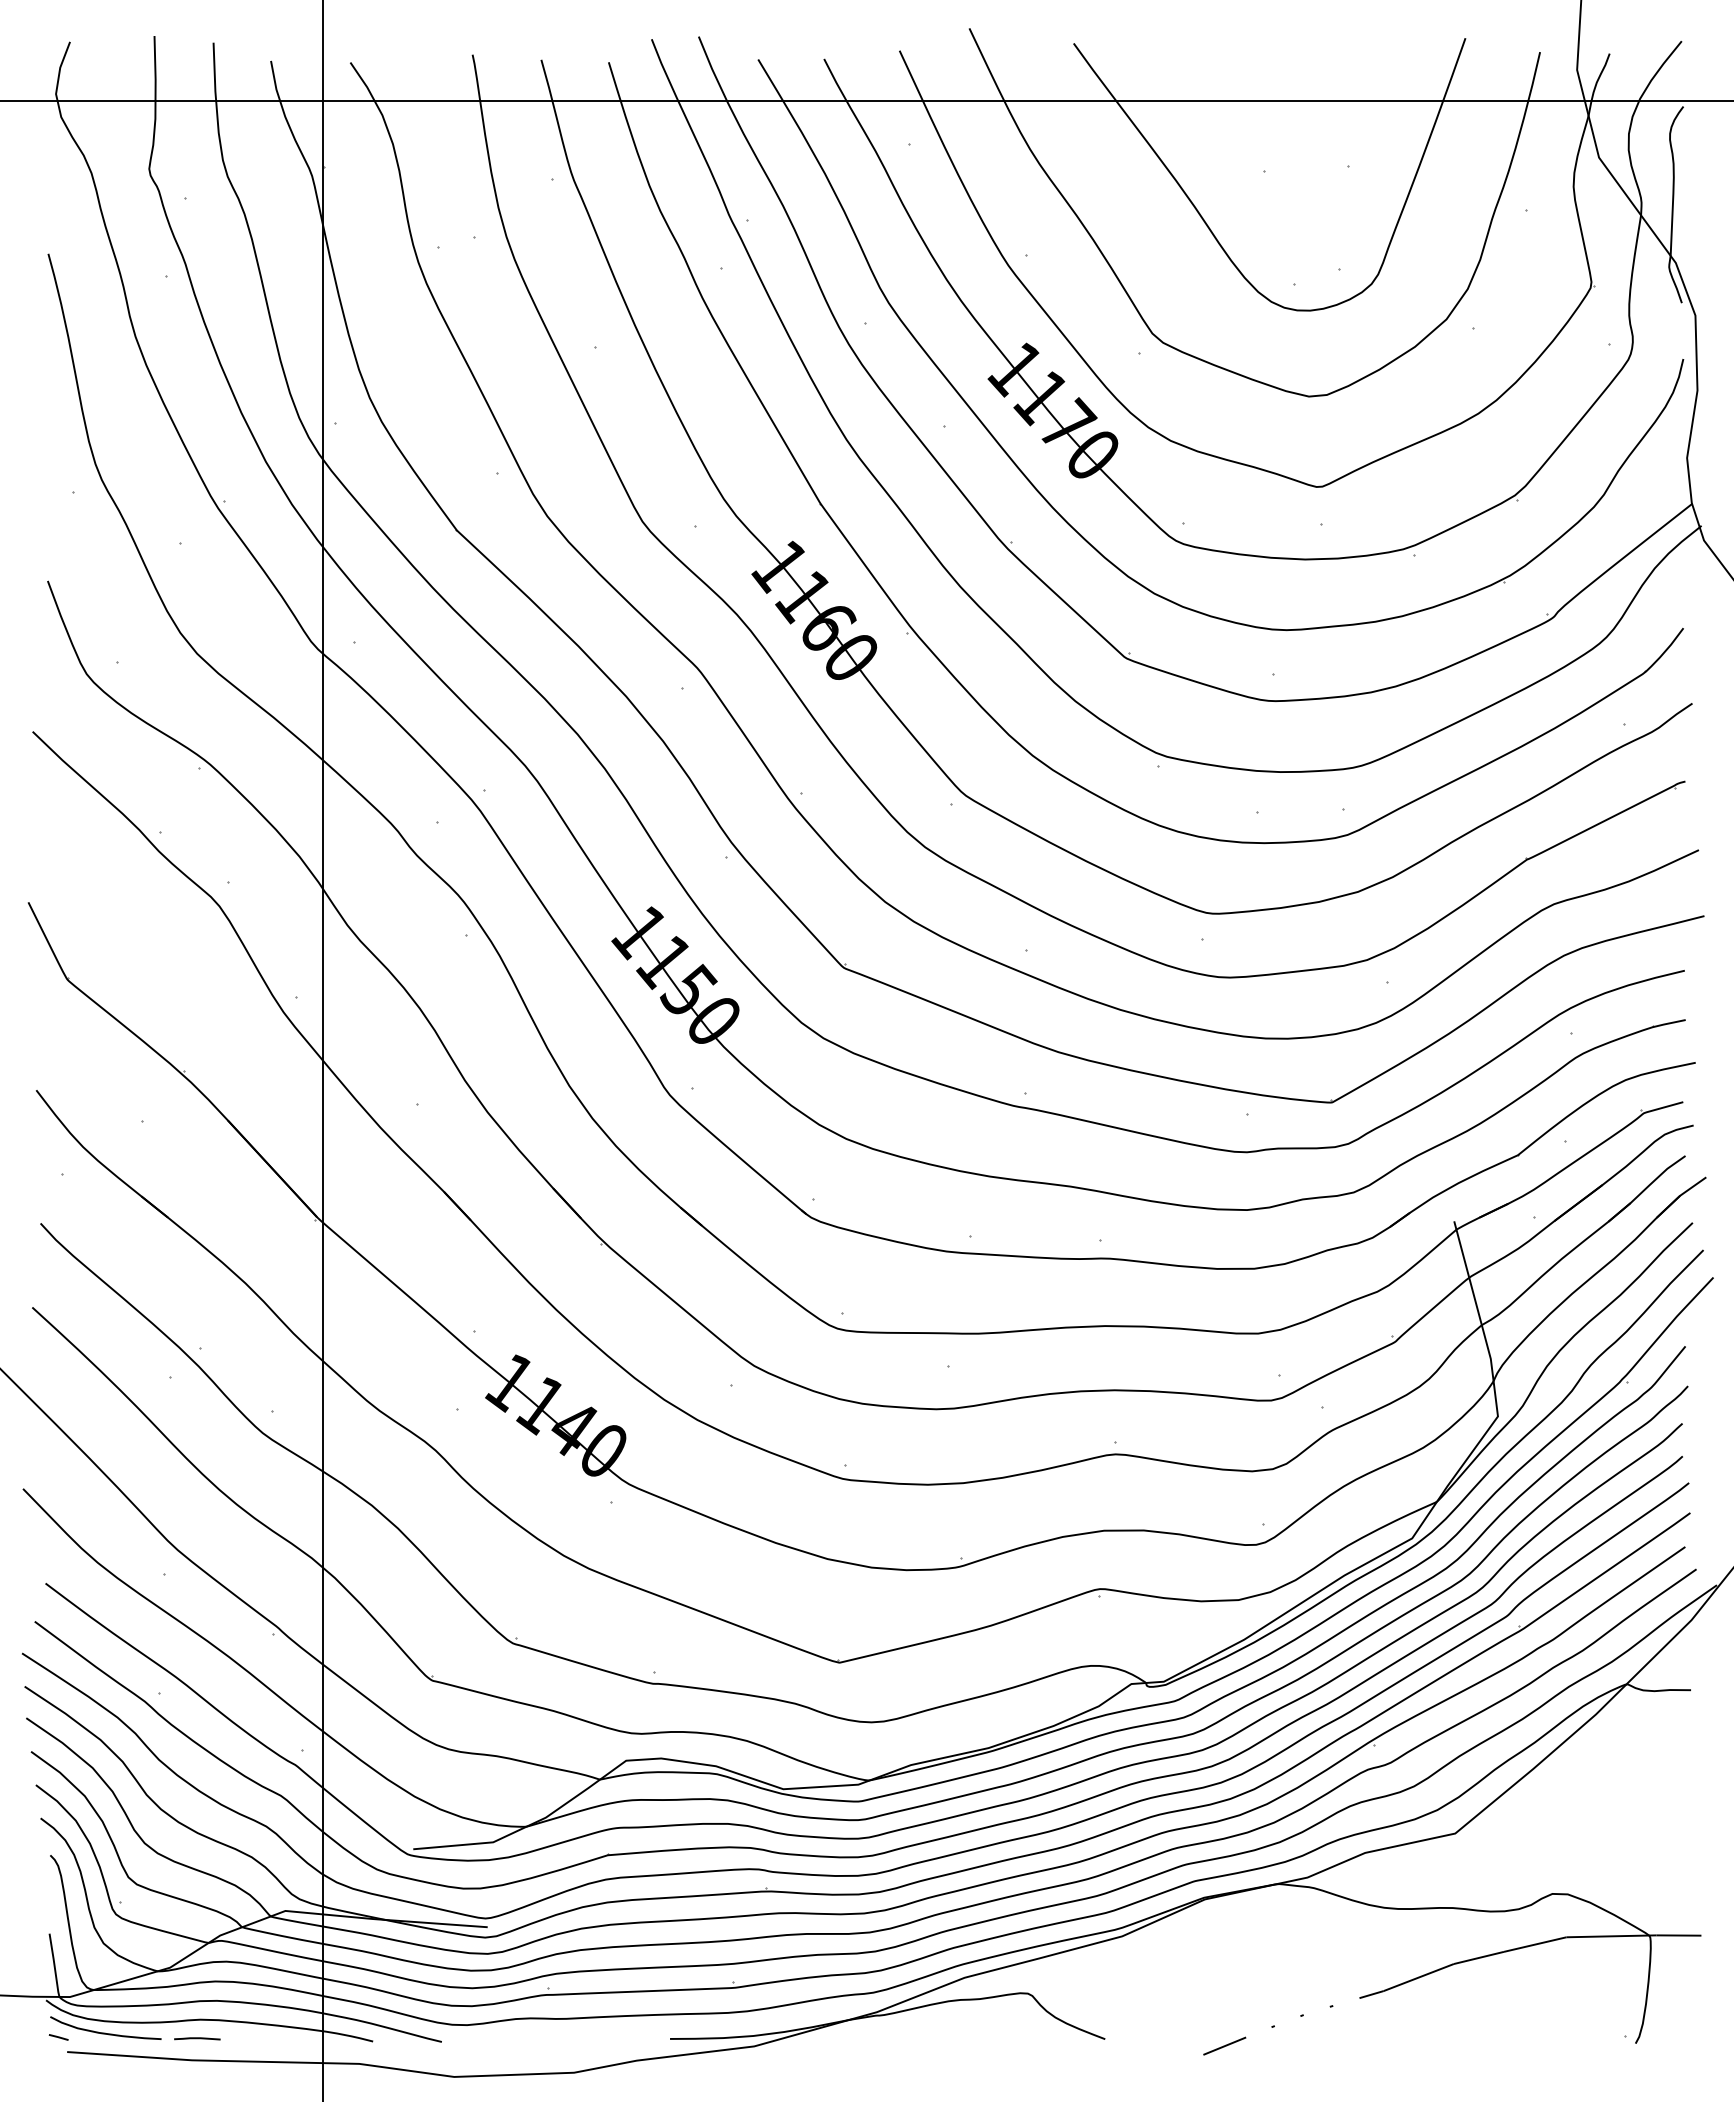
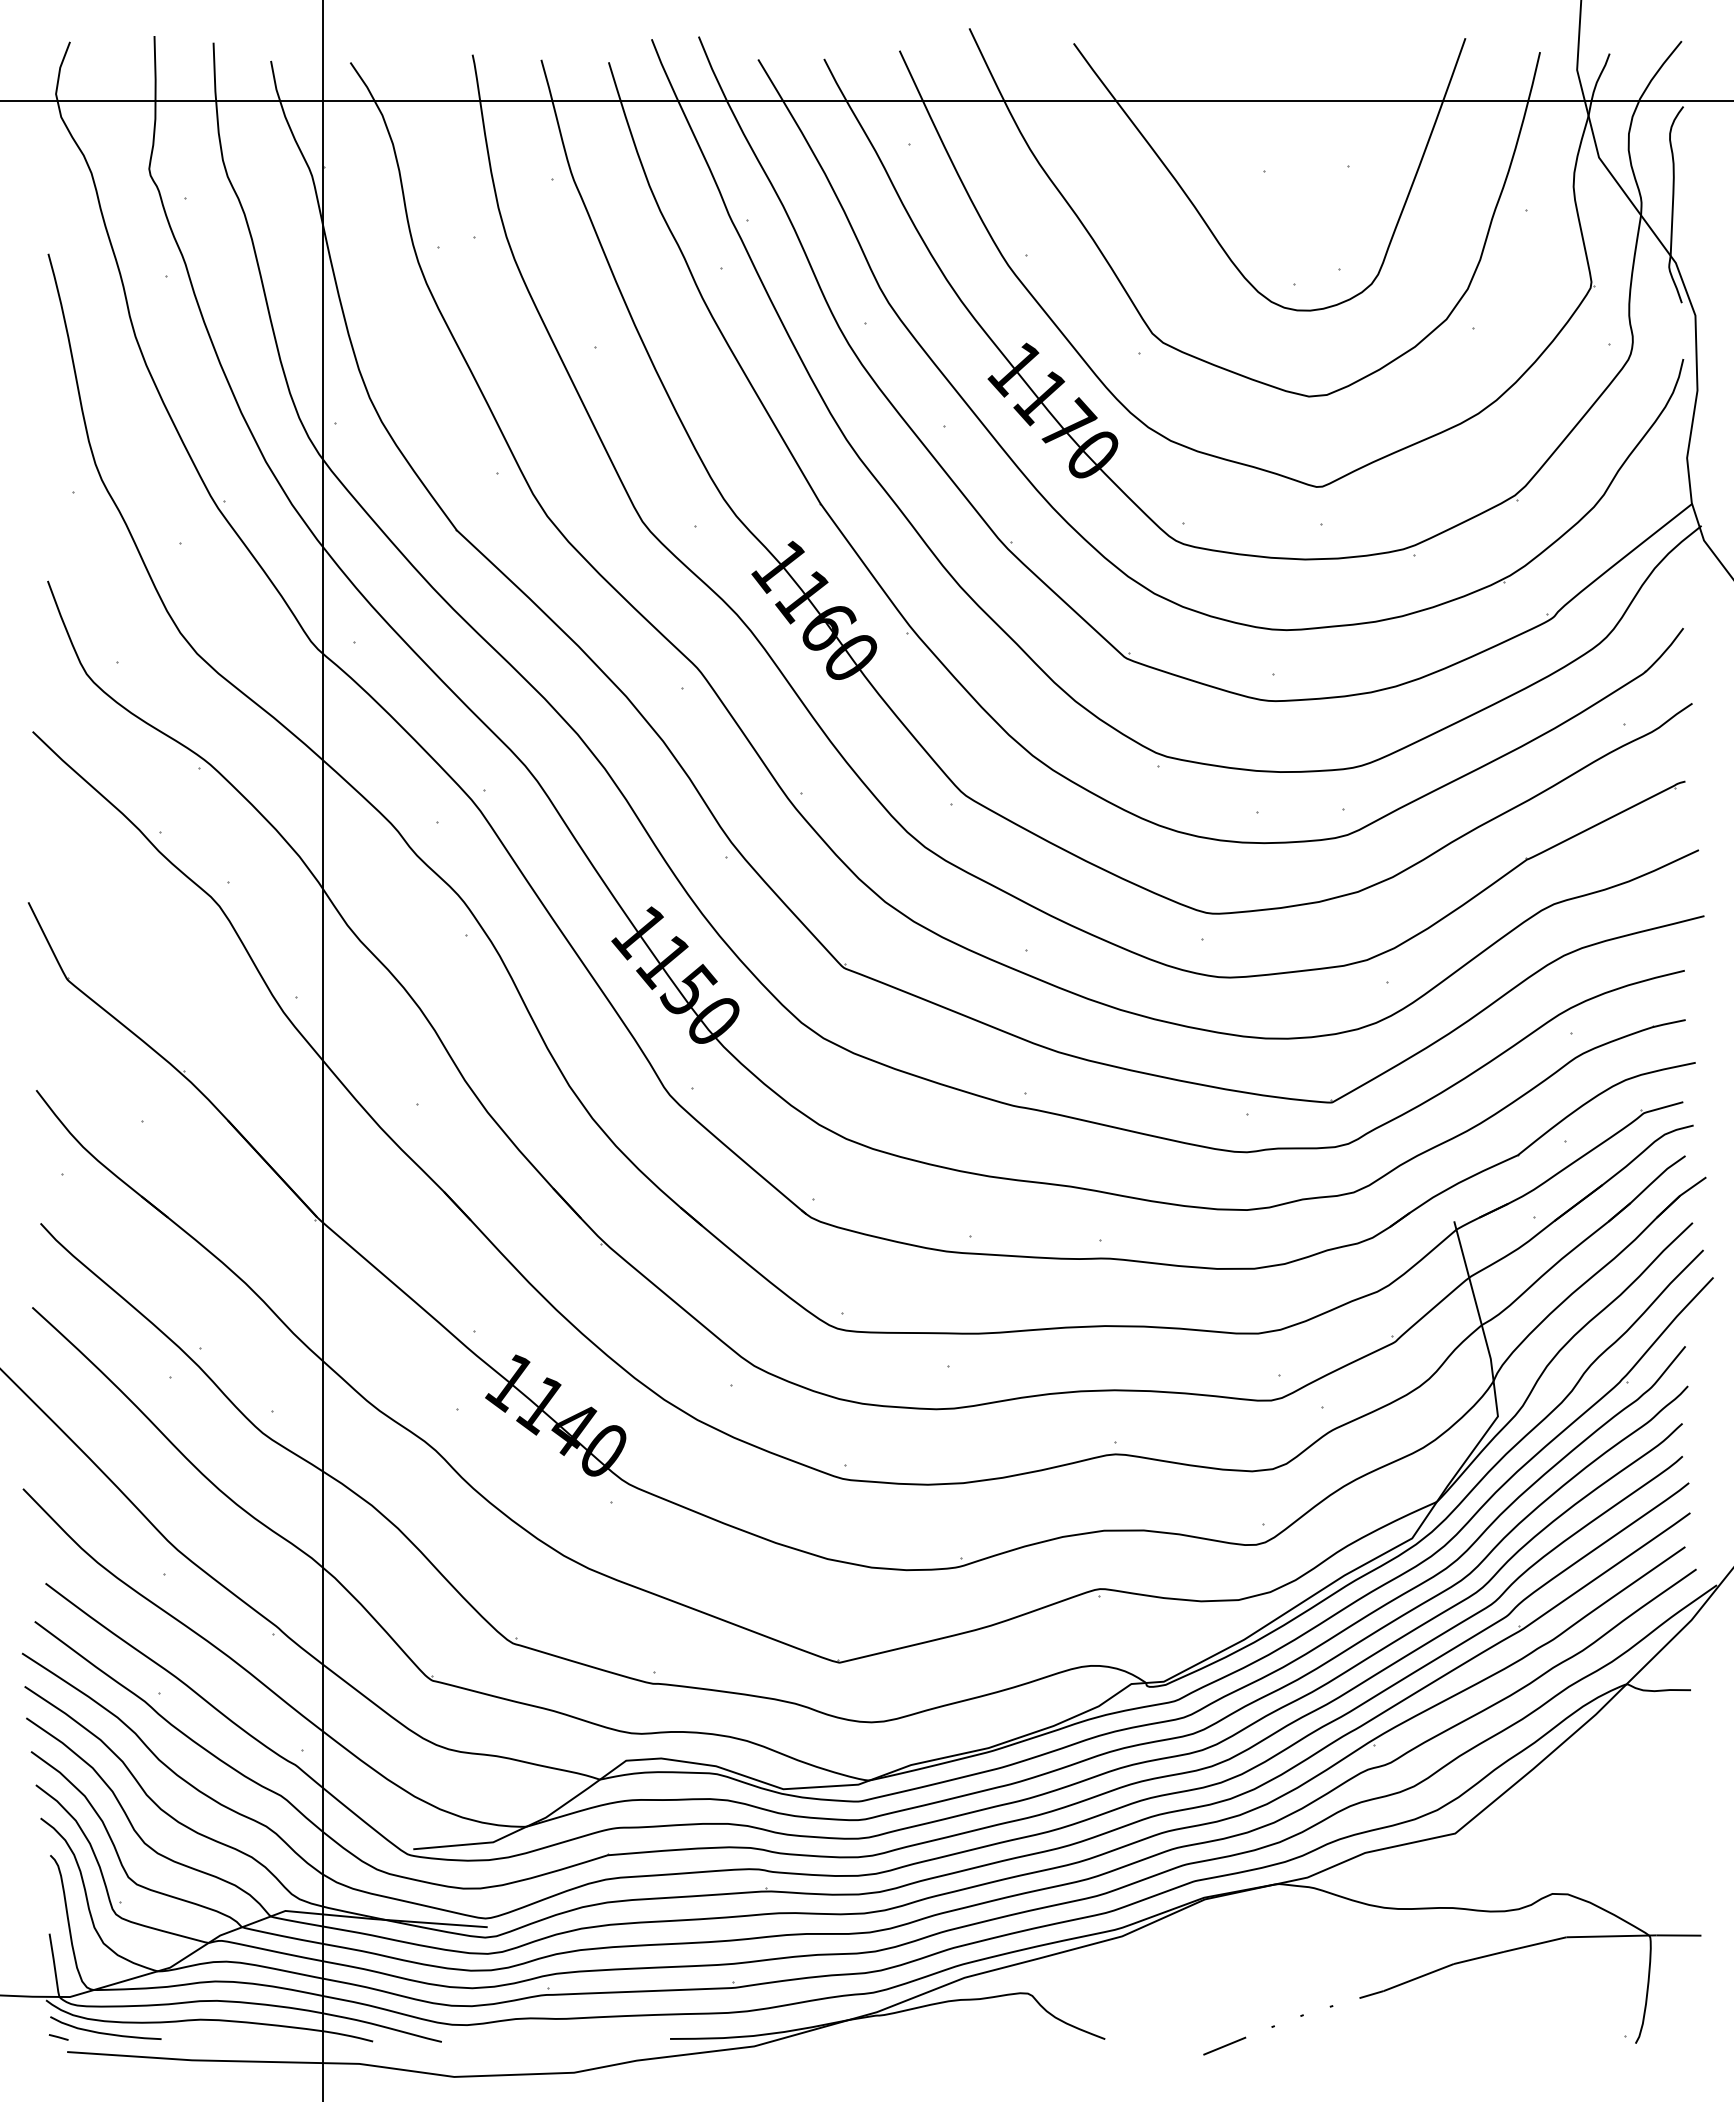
line at (197, 2038): present -> none
